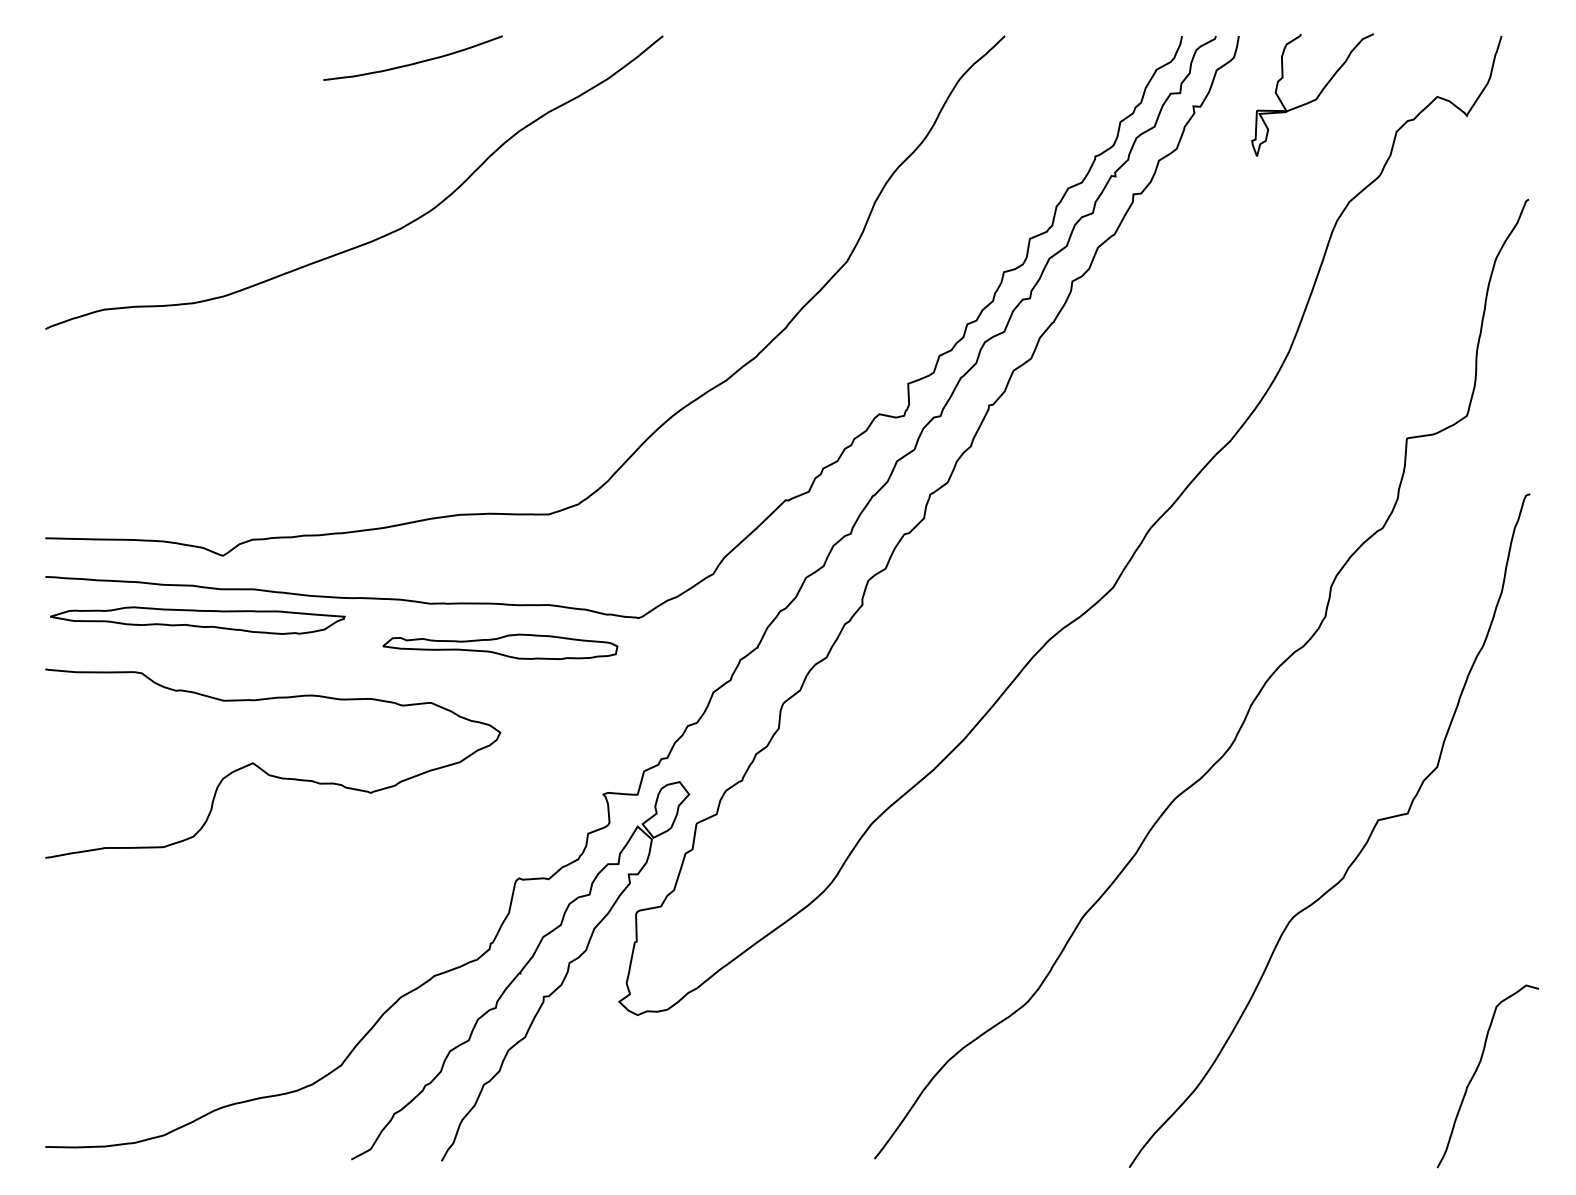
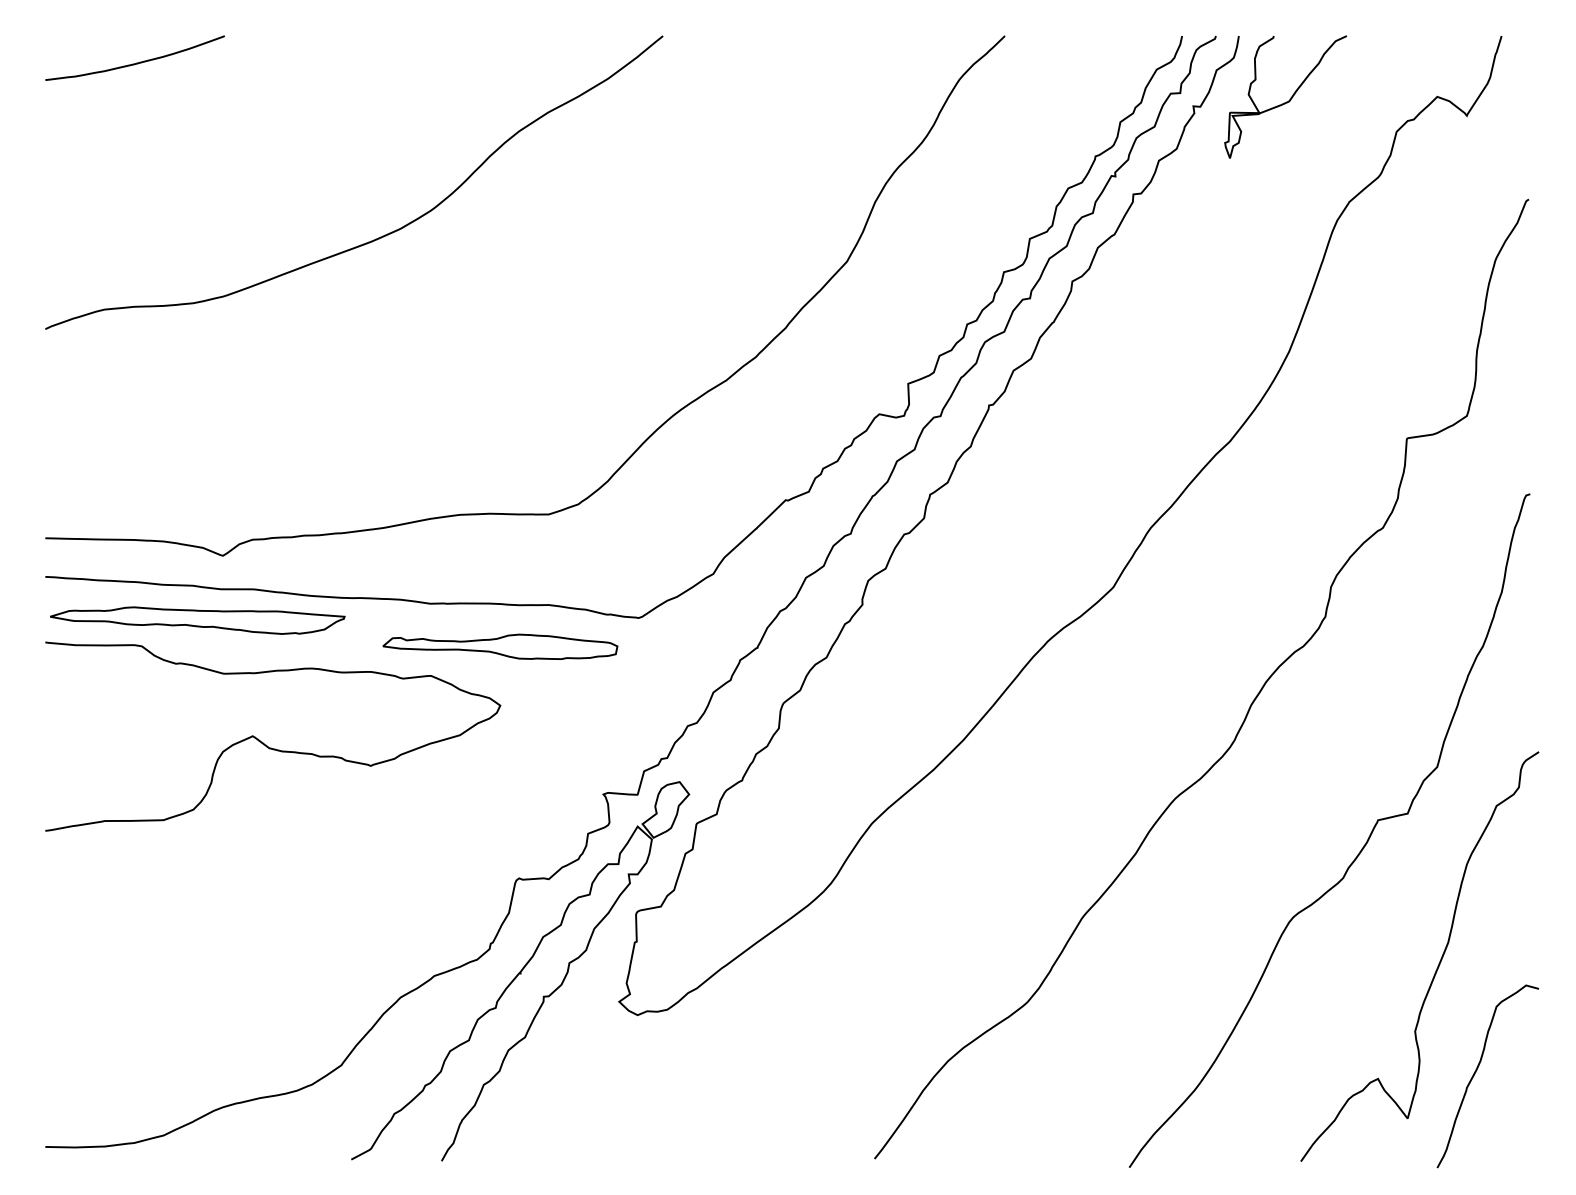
curve at (414, 62) position: (414, 62) -> (136, 62)
curve at (1316, 97) position: (1316, 97) -> (1289, 99)
curve at (266, 771) position: (266, 771) -> (266, 744)
curve at (1438, 963): none -> present
